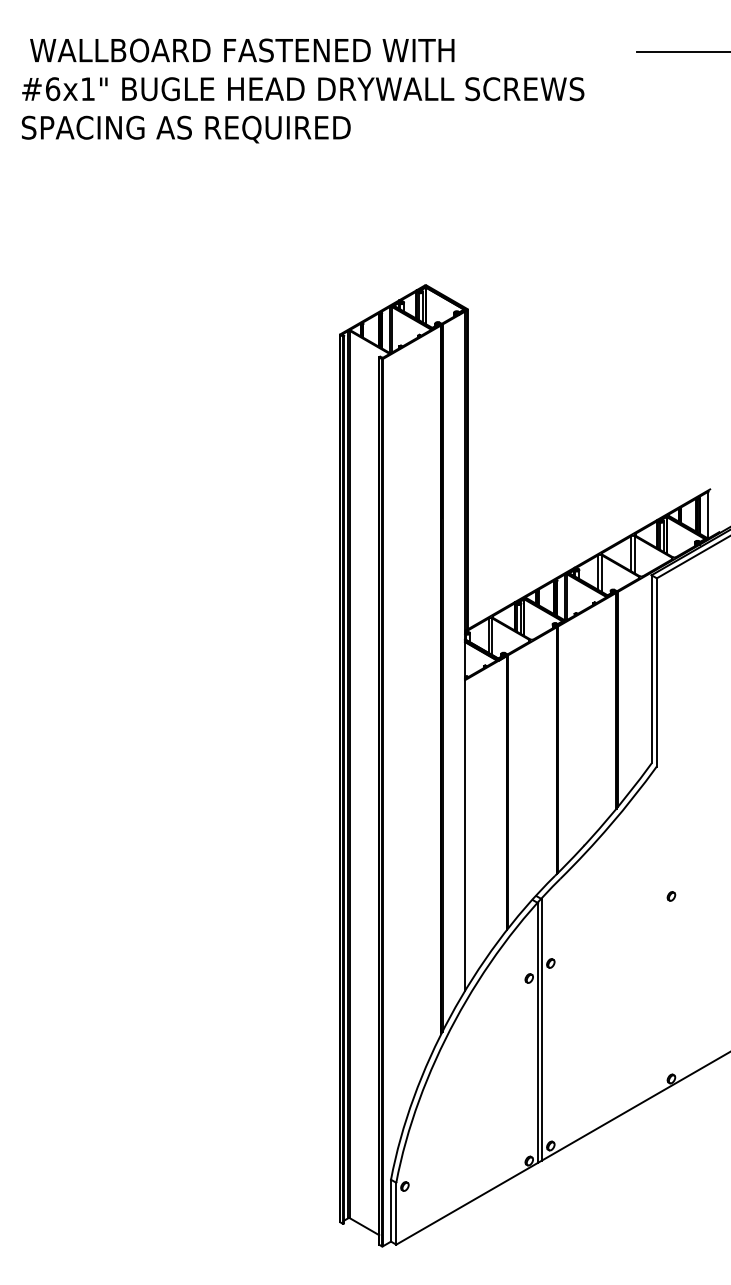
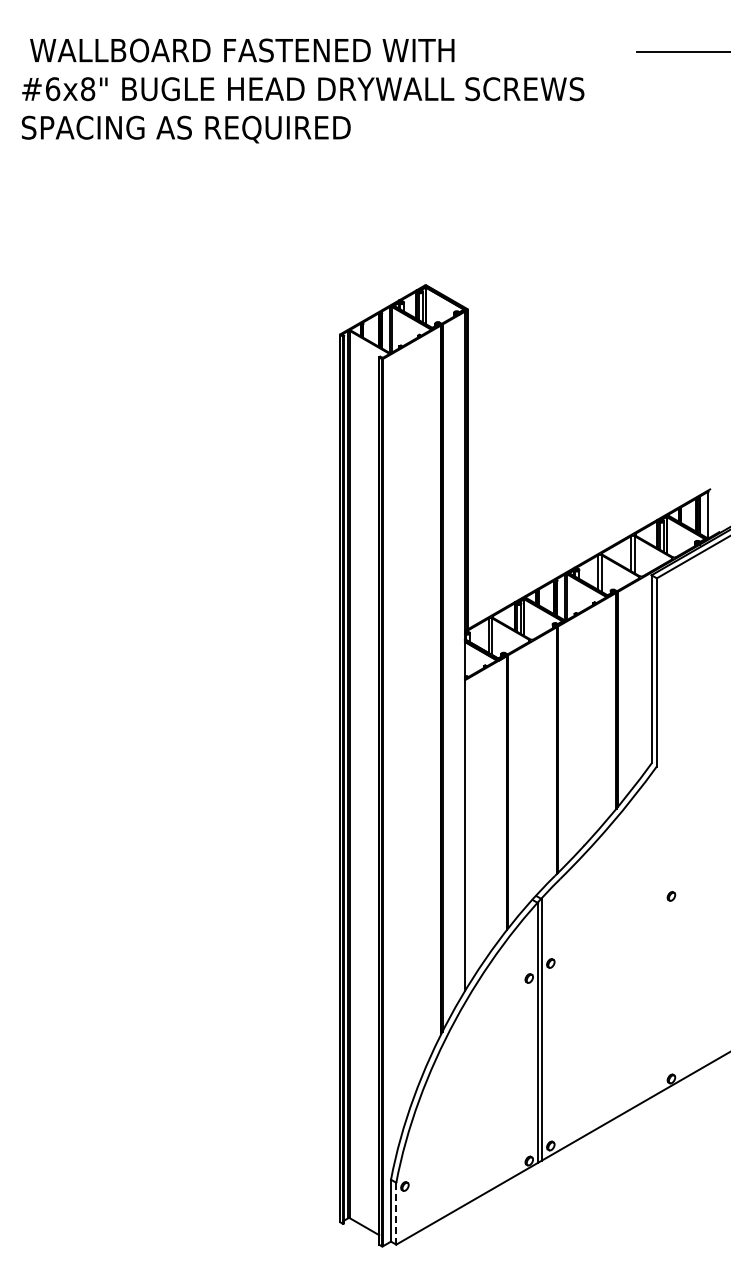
text at (88, 89): #6x1" -> #6x8"
line at (396, 1213): solid -> dashed
